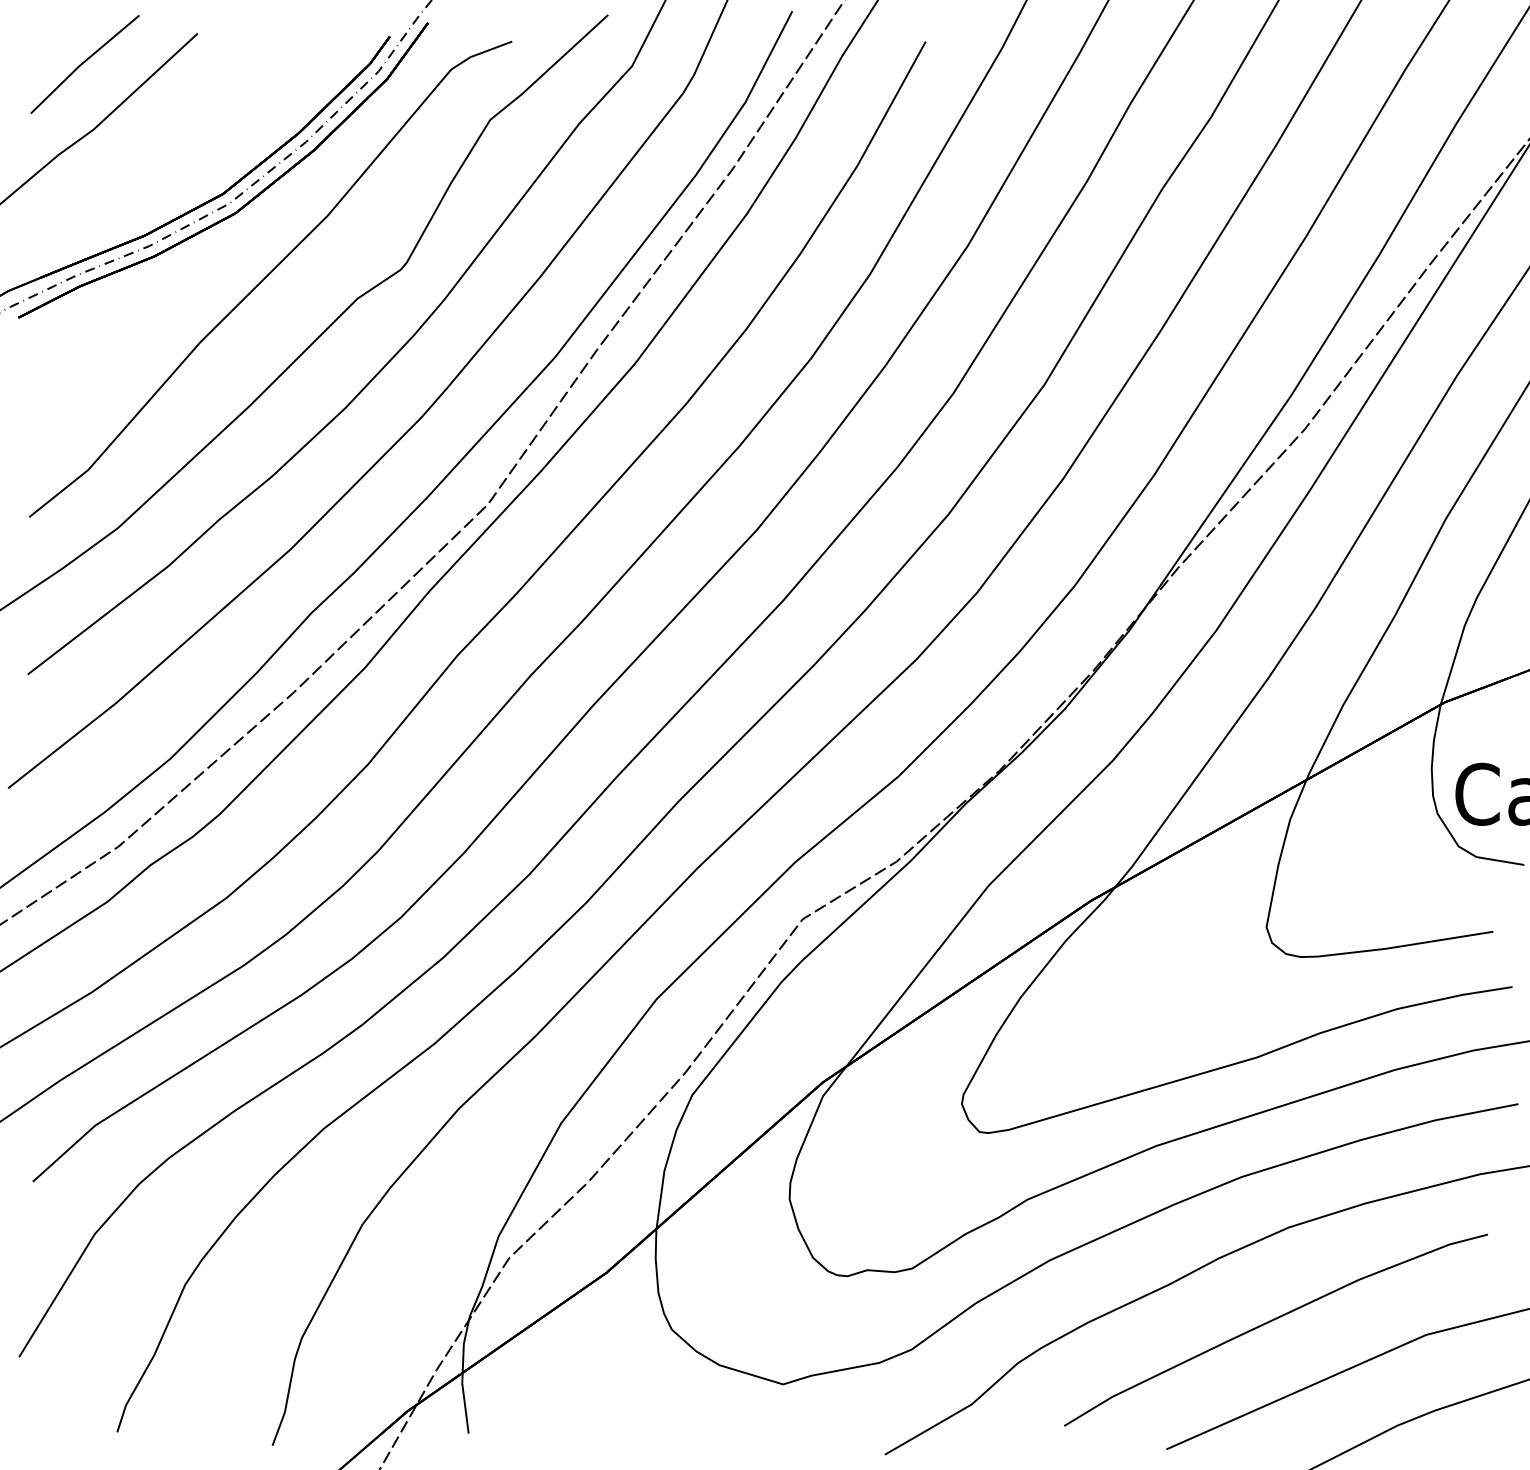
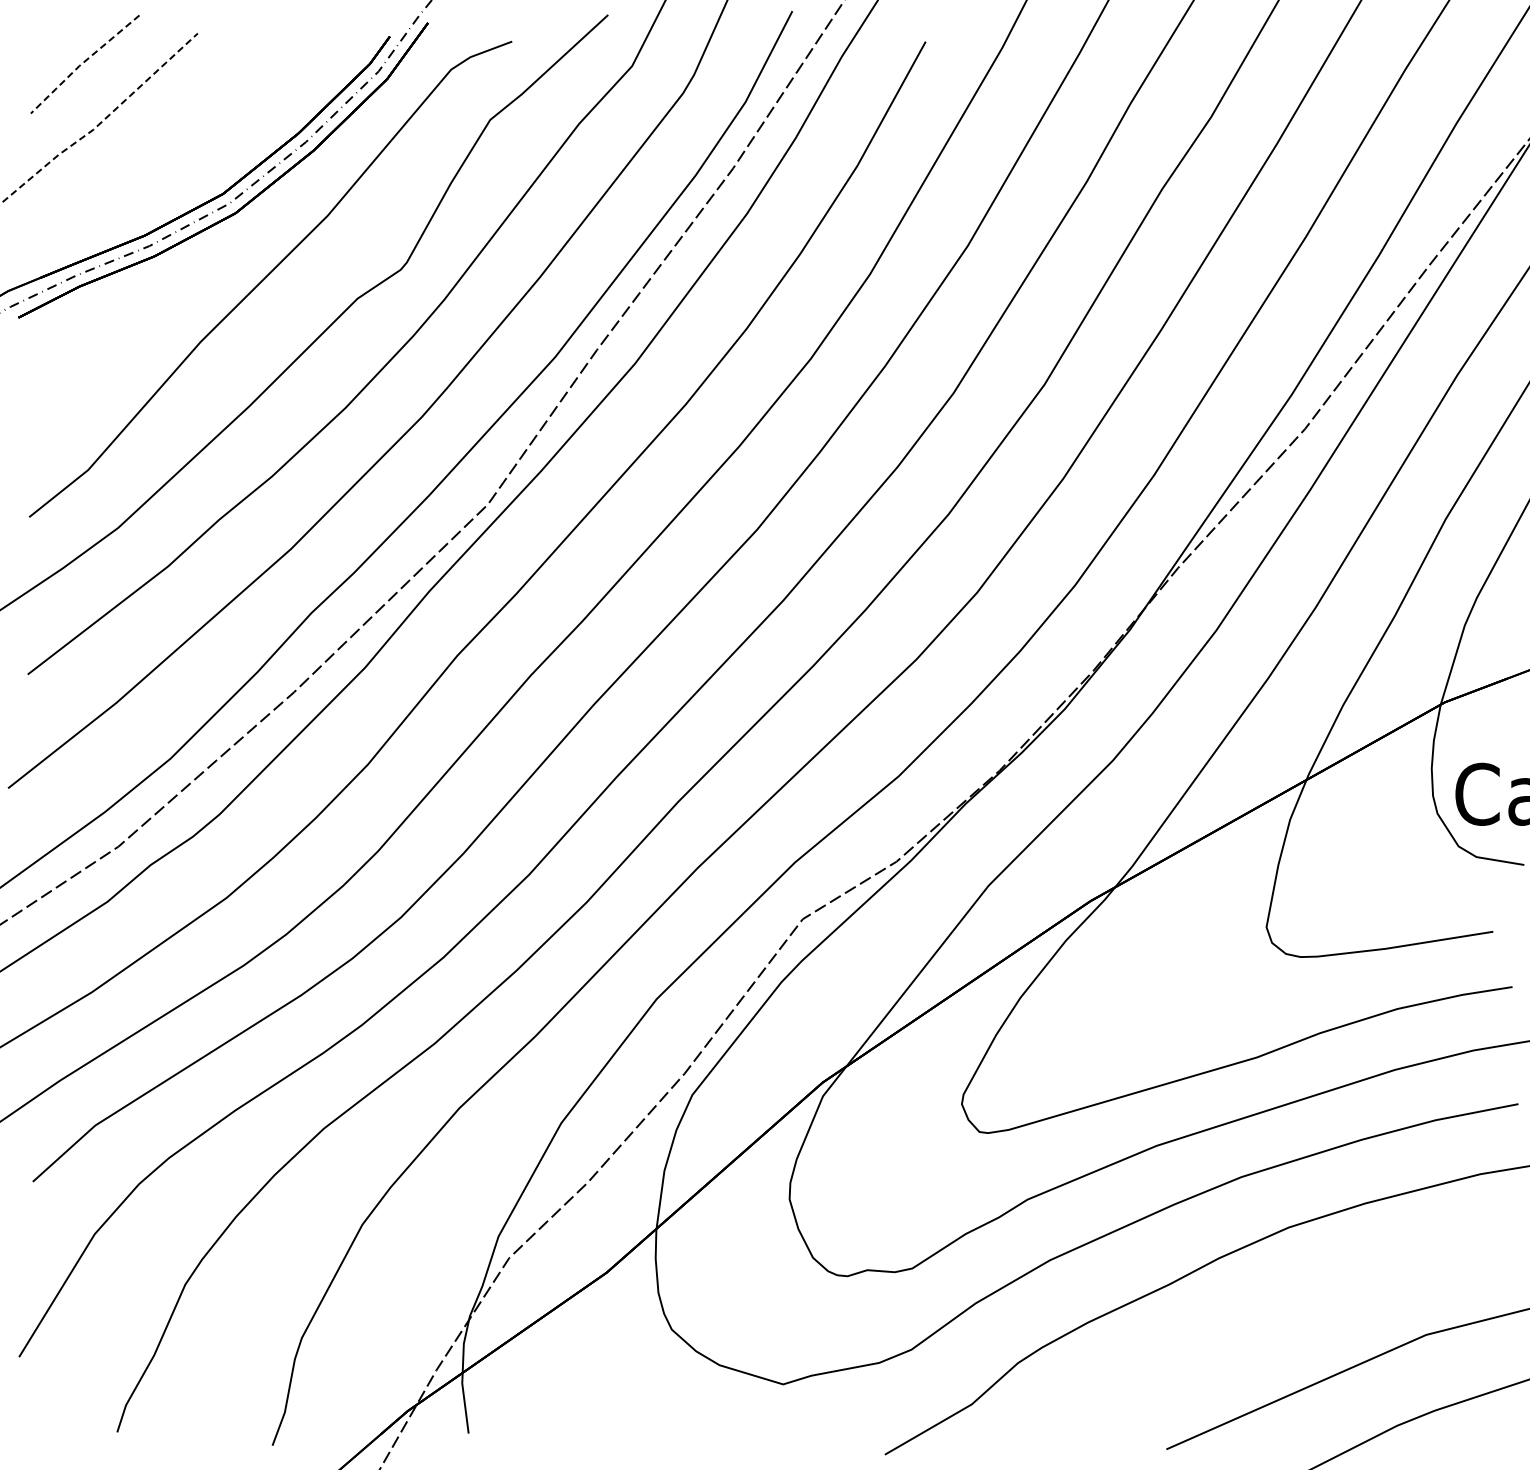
line at (83, 62): solid -> dashed
line at (100, 122): solid -> dashed
curve at (1272, 1321): present -> none
